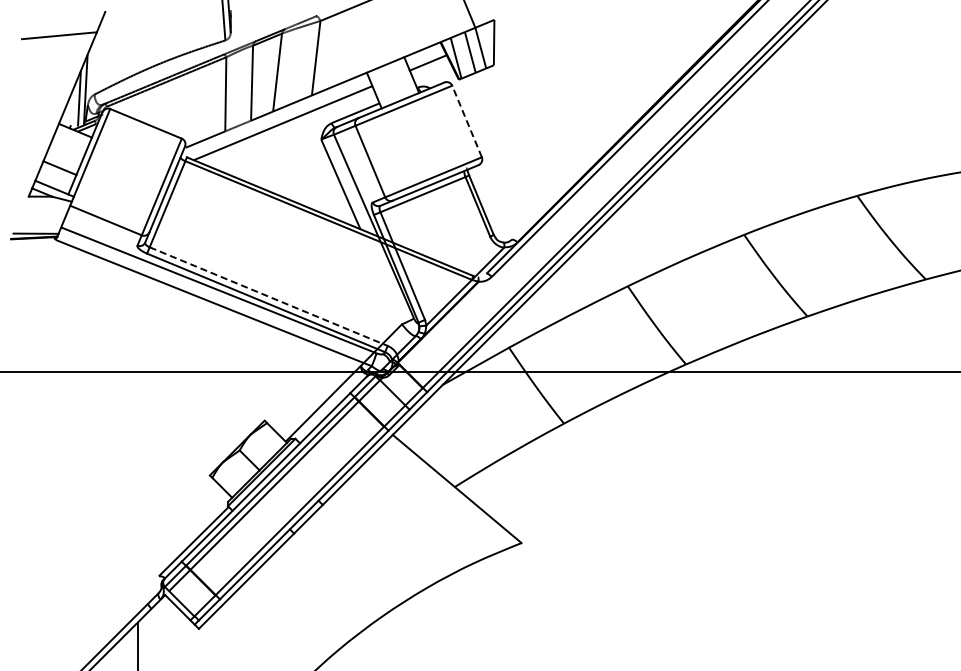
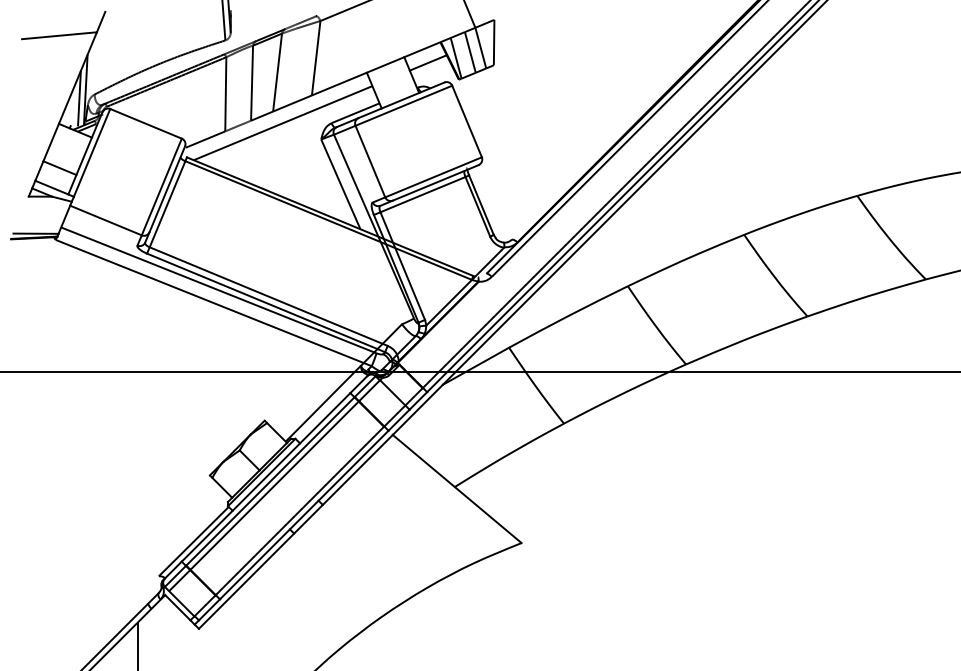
line at (467, 121): dashed -> solid
line at (268, 296): dashed -> solid
